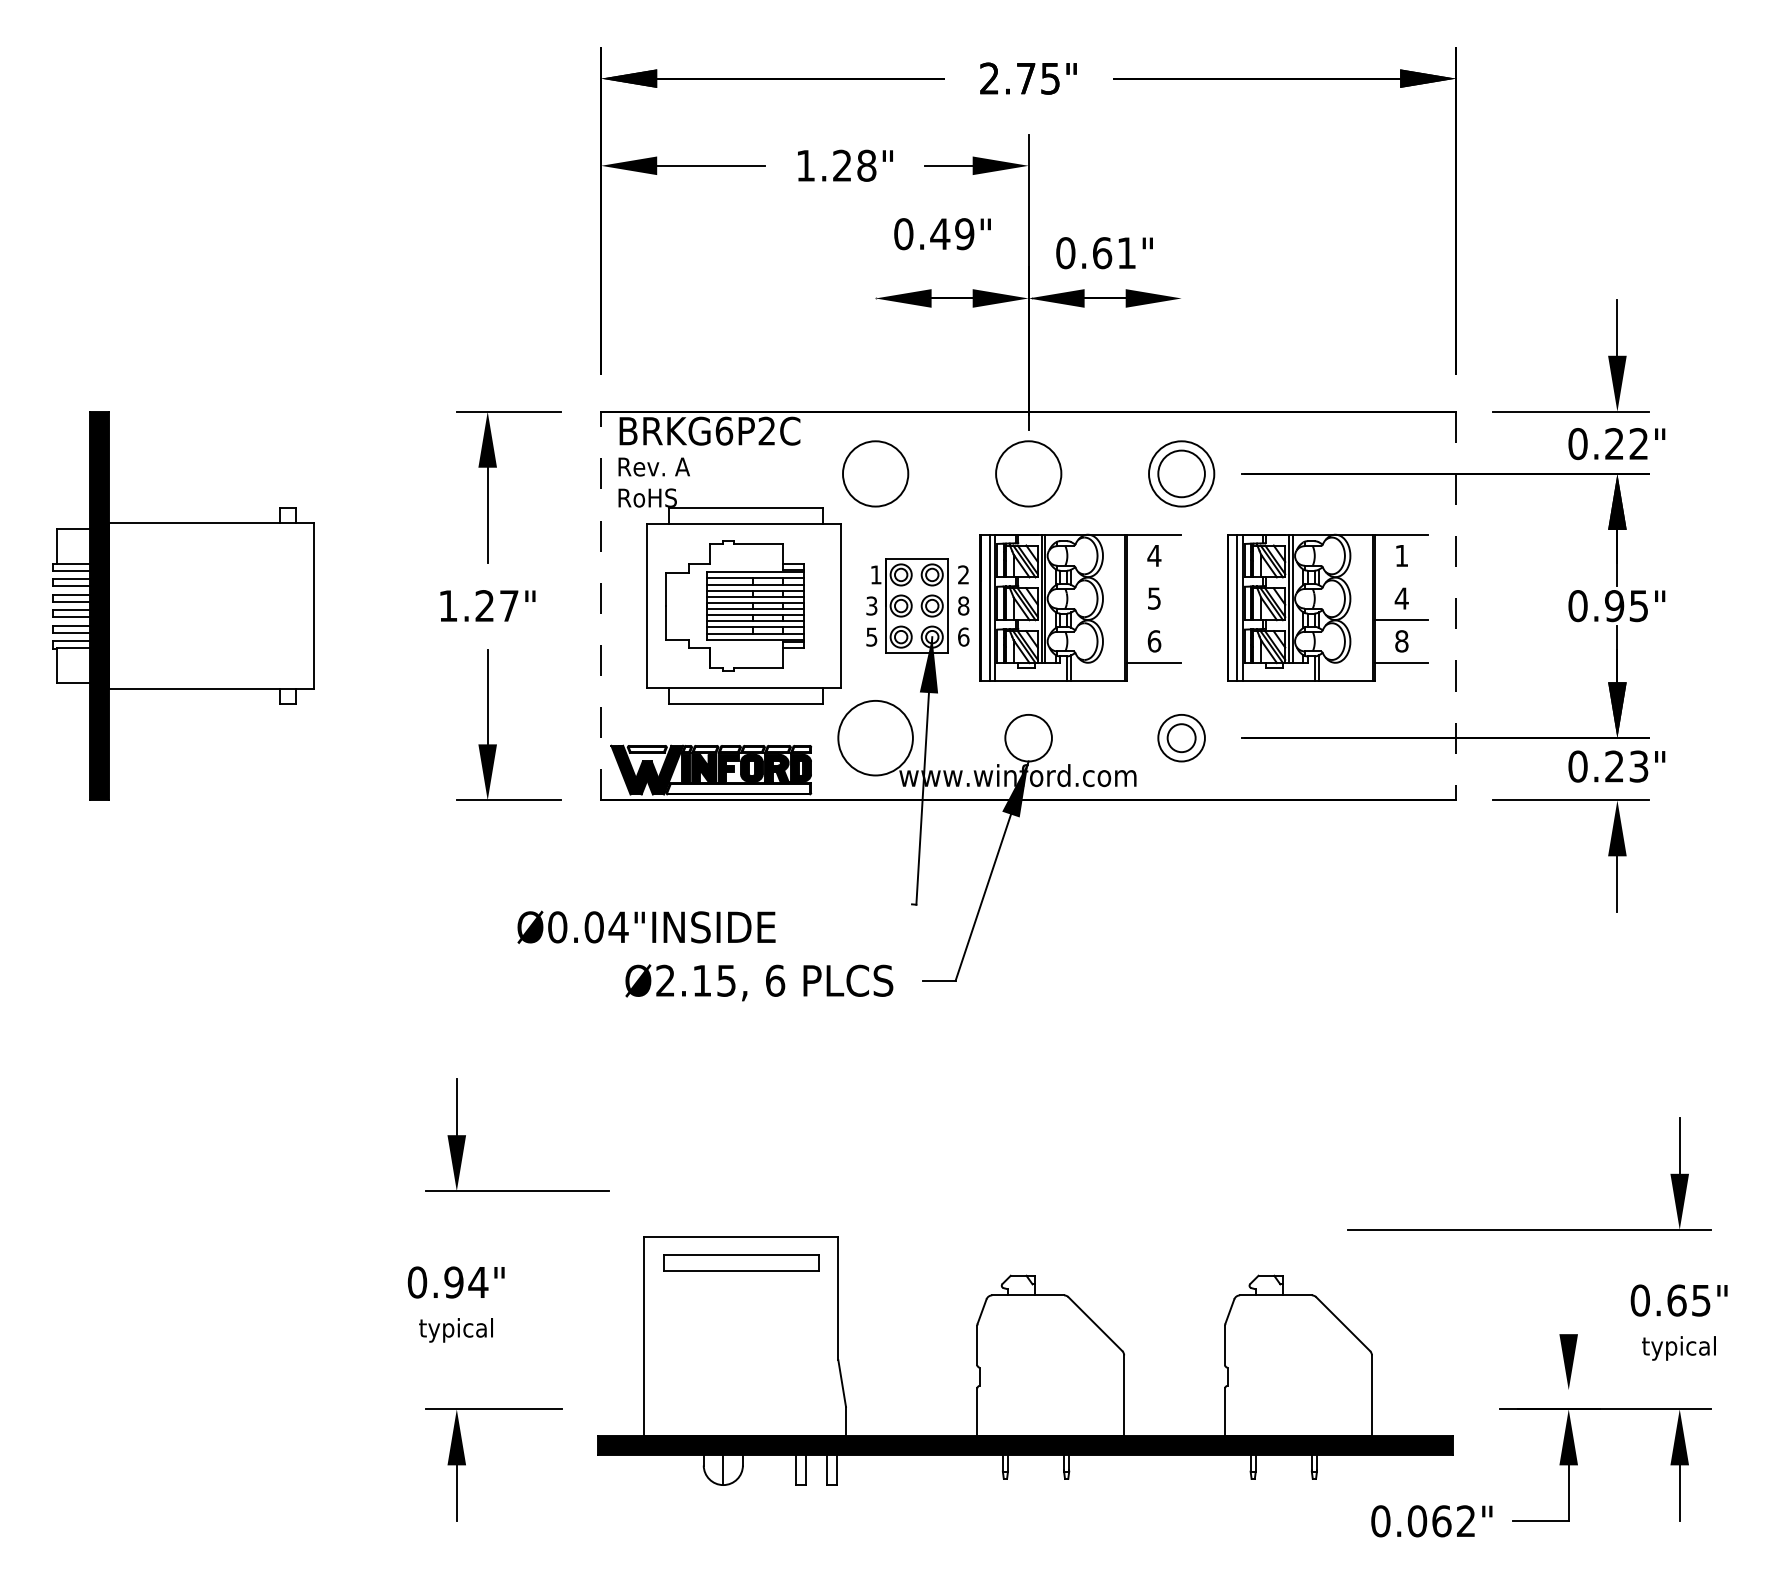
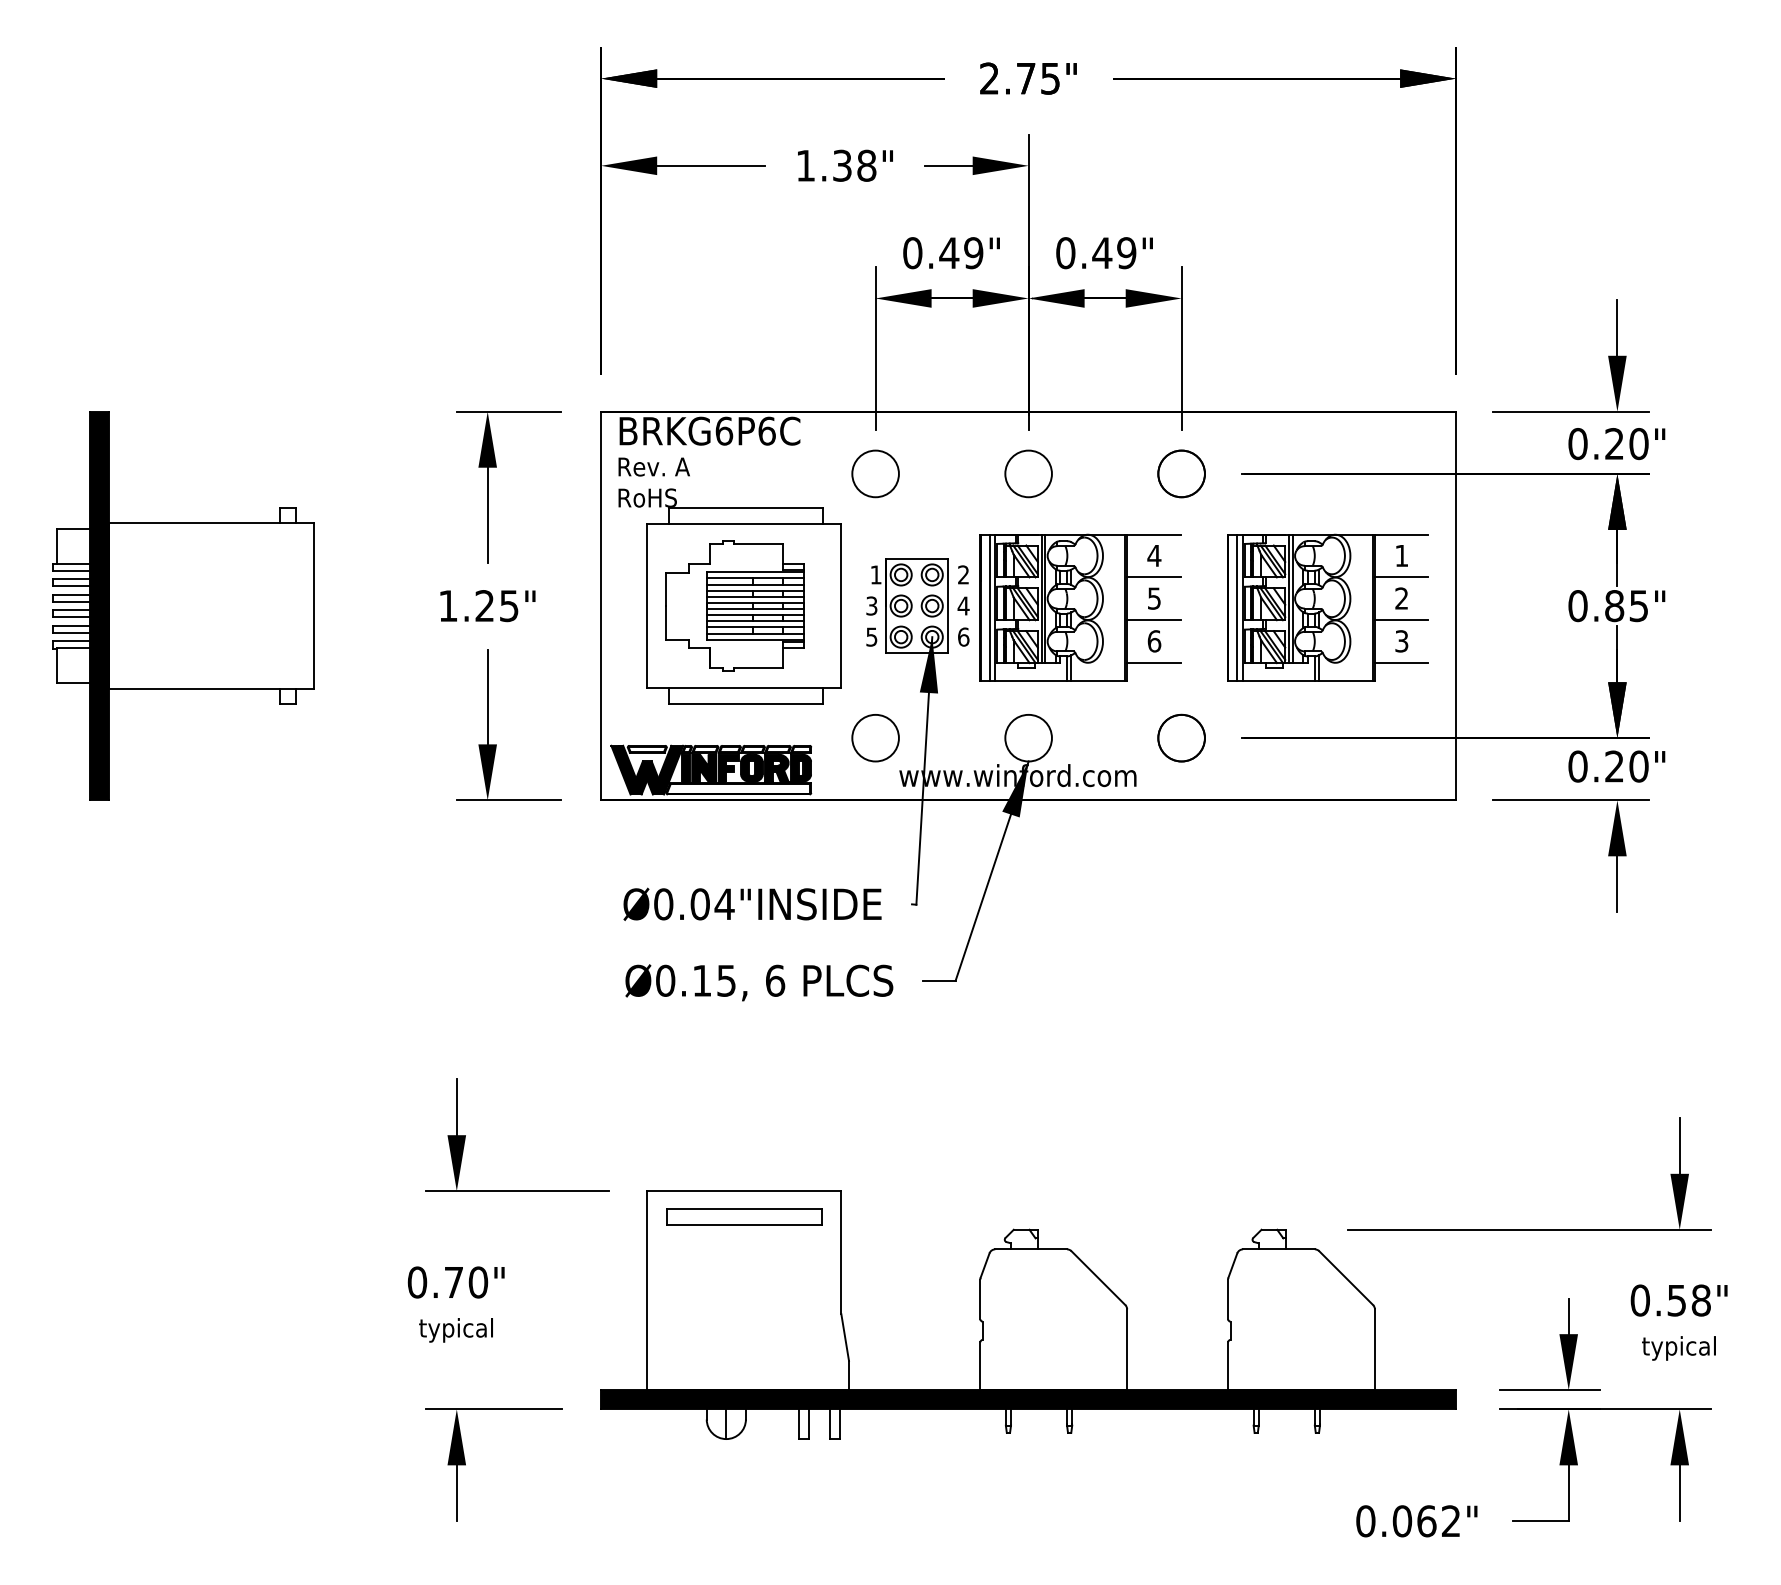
text at (842, 165): 1.28" -> 1.38"
text at (942, 234) position: (942, 234) -> (951, 253)
text at (1114, 253): 0.61" -> 0.49"
line at (875, 348): none -> present
line at (1181, 348): none -> present
text at (766, 430): BRKG6P2C -> BRKG6P6C
text at (1638, 444): 0.22" -> 0.20"
circle at (875, 473) diameter: 65 px -> 47 px
circle at (1028, 473) size: 68x68 px -> 49x50 px
circle at (1181, 473) diameter: 65 px -> 47 px
line at (1153, 577): none -> present
line at (1400, 577): none -> present
text at (1401, 598): 4 -> 2
line at (601, 605): dashed -> solid
text at (963, 605): 8 -> 4
text at (509, 606): 1.27" -> 1.25"
line at (1456, 606): dashed -> solid
text at (1614, 606): 0.95" -> 0.85"
line at (1153, 620): none -> present
text at (1401, 641): 8 -> 3
circle at (875, 737) diameter: 75 px -> 47 px
circle at (1181, 738) diameter: 28 px -> 47 px
text at (1638, 766): 0.23" -> 0.20"
text at (646, 926) position: (646, 926) -> (752, 903)
text at (665, 980): Ø2.15, -> Ø0.15,
text at (466, 1282): 0.94" -> 0.70"
text at (1688, 1300): 0.65" -> 0.58"
line at (1568, 1316): none -> present
part at (1025, 1360) position: (1025, 1360) -> (1028, 1314)
line at (1549, 1390): none -> present
text at (1431, 1521) position: (1431, 1521) -> (1416, 1521)
